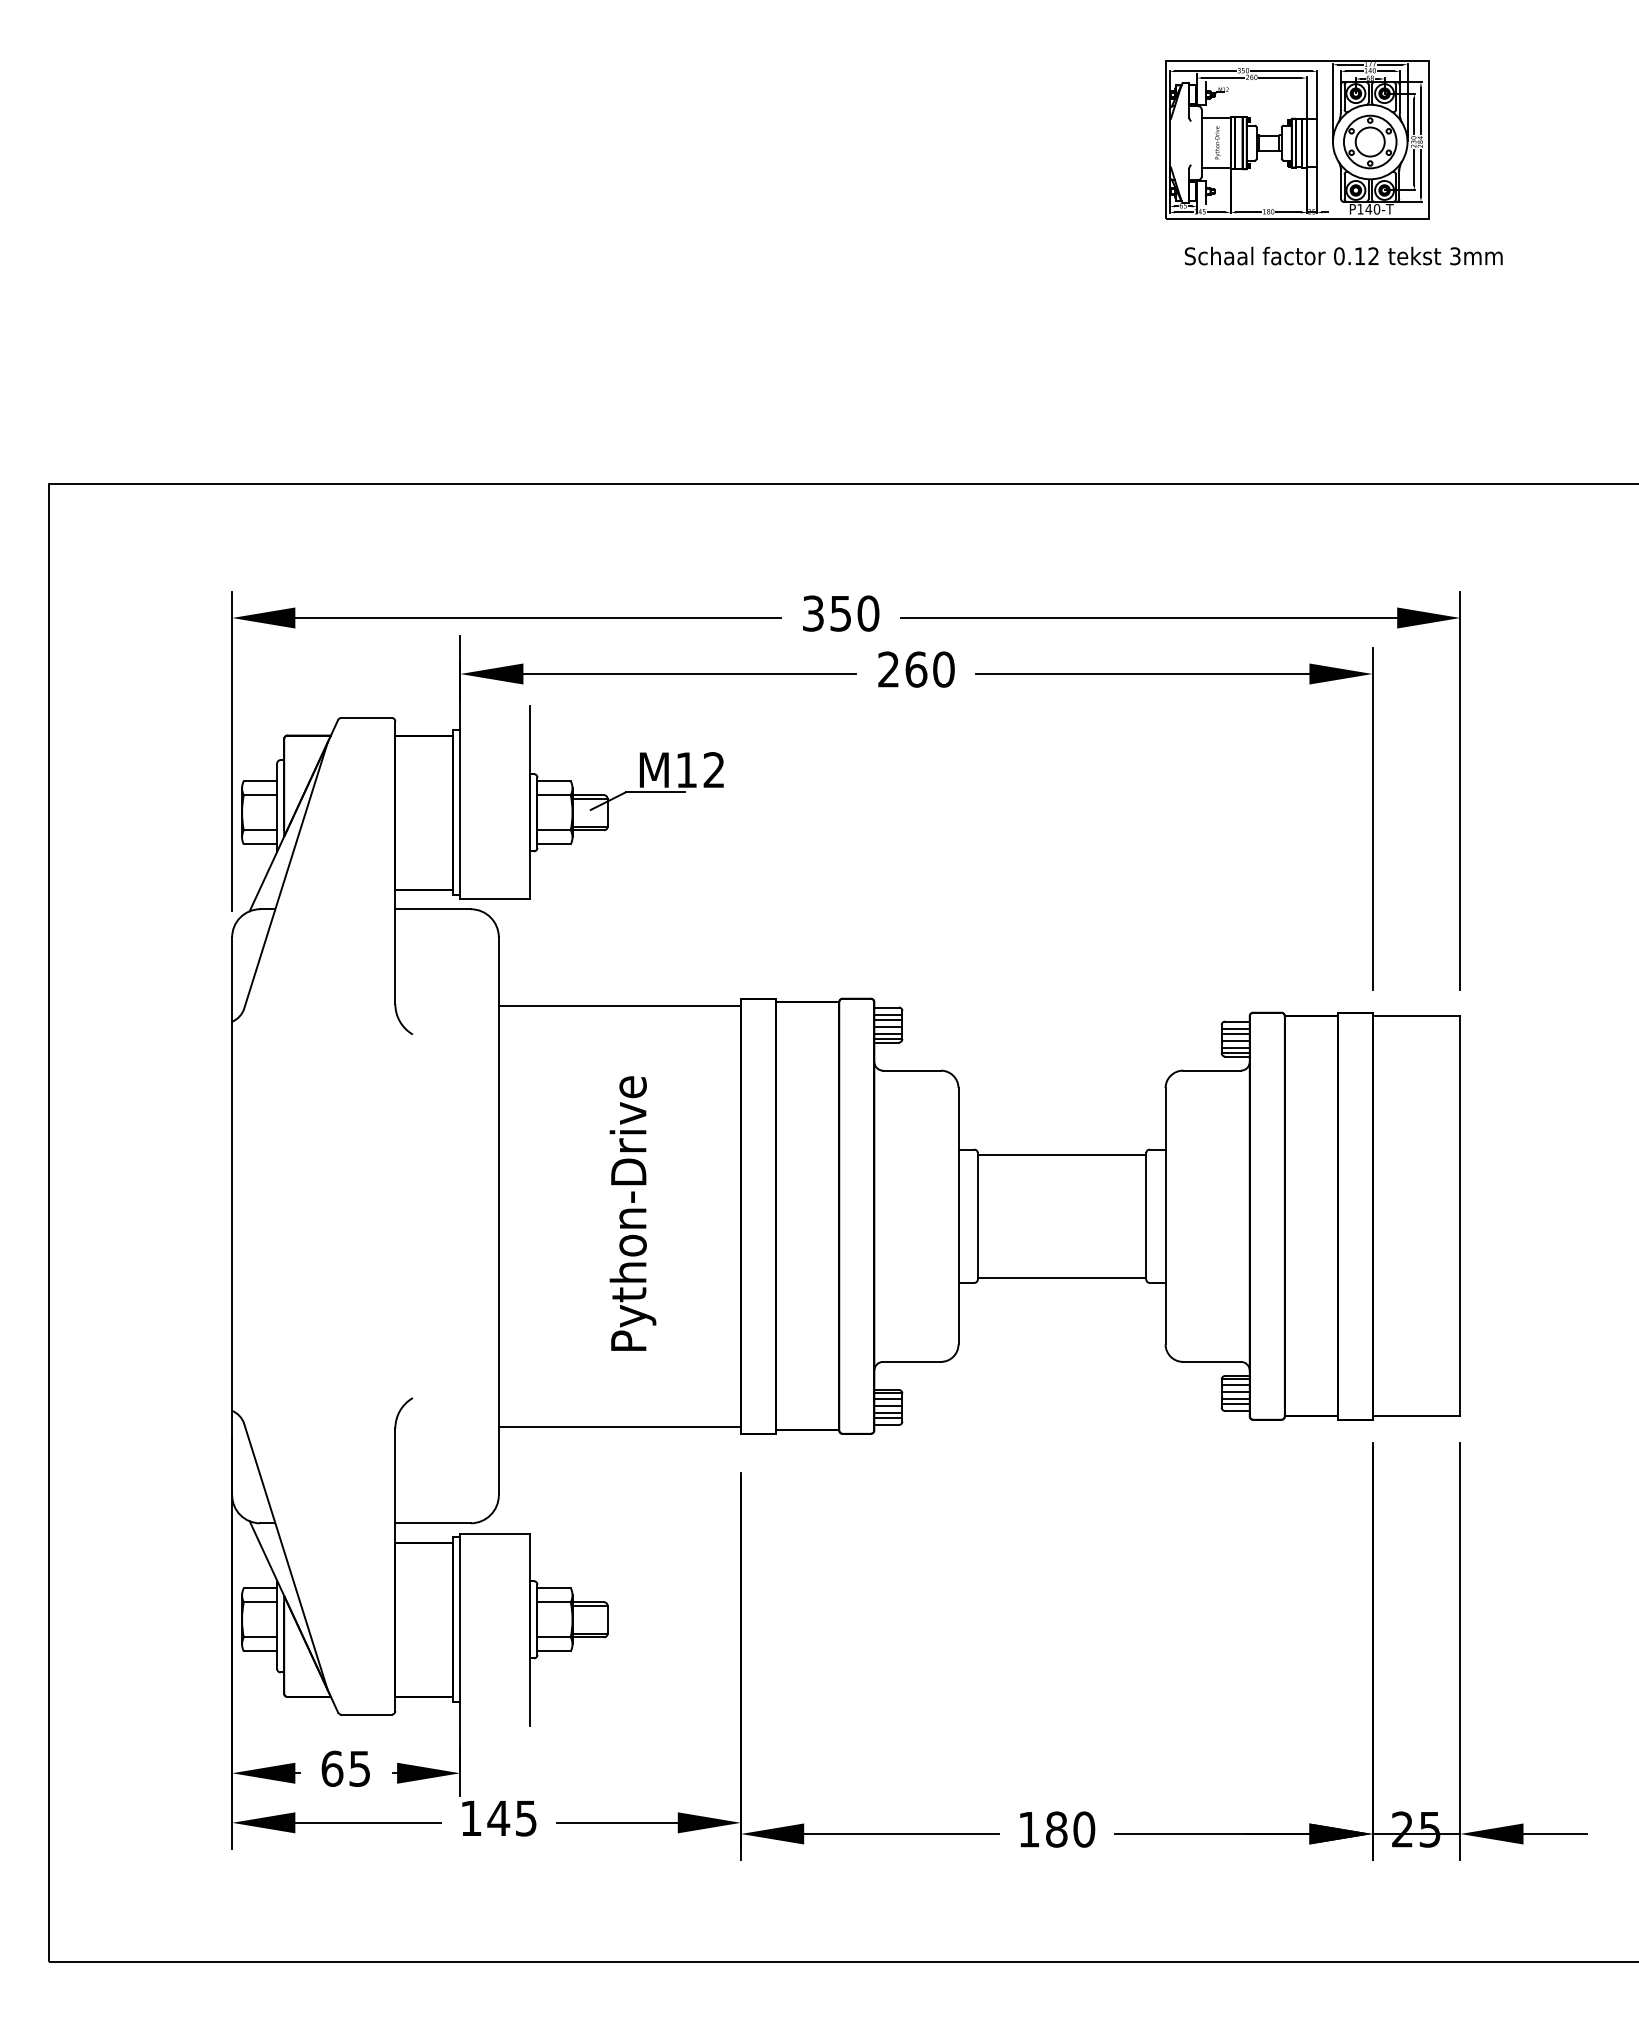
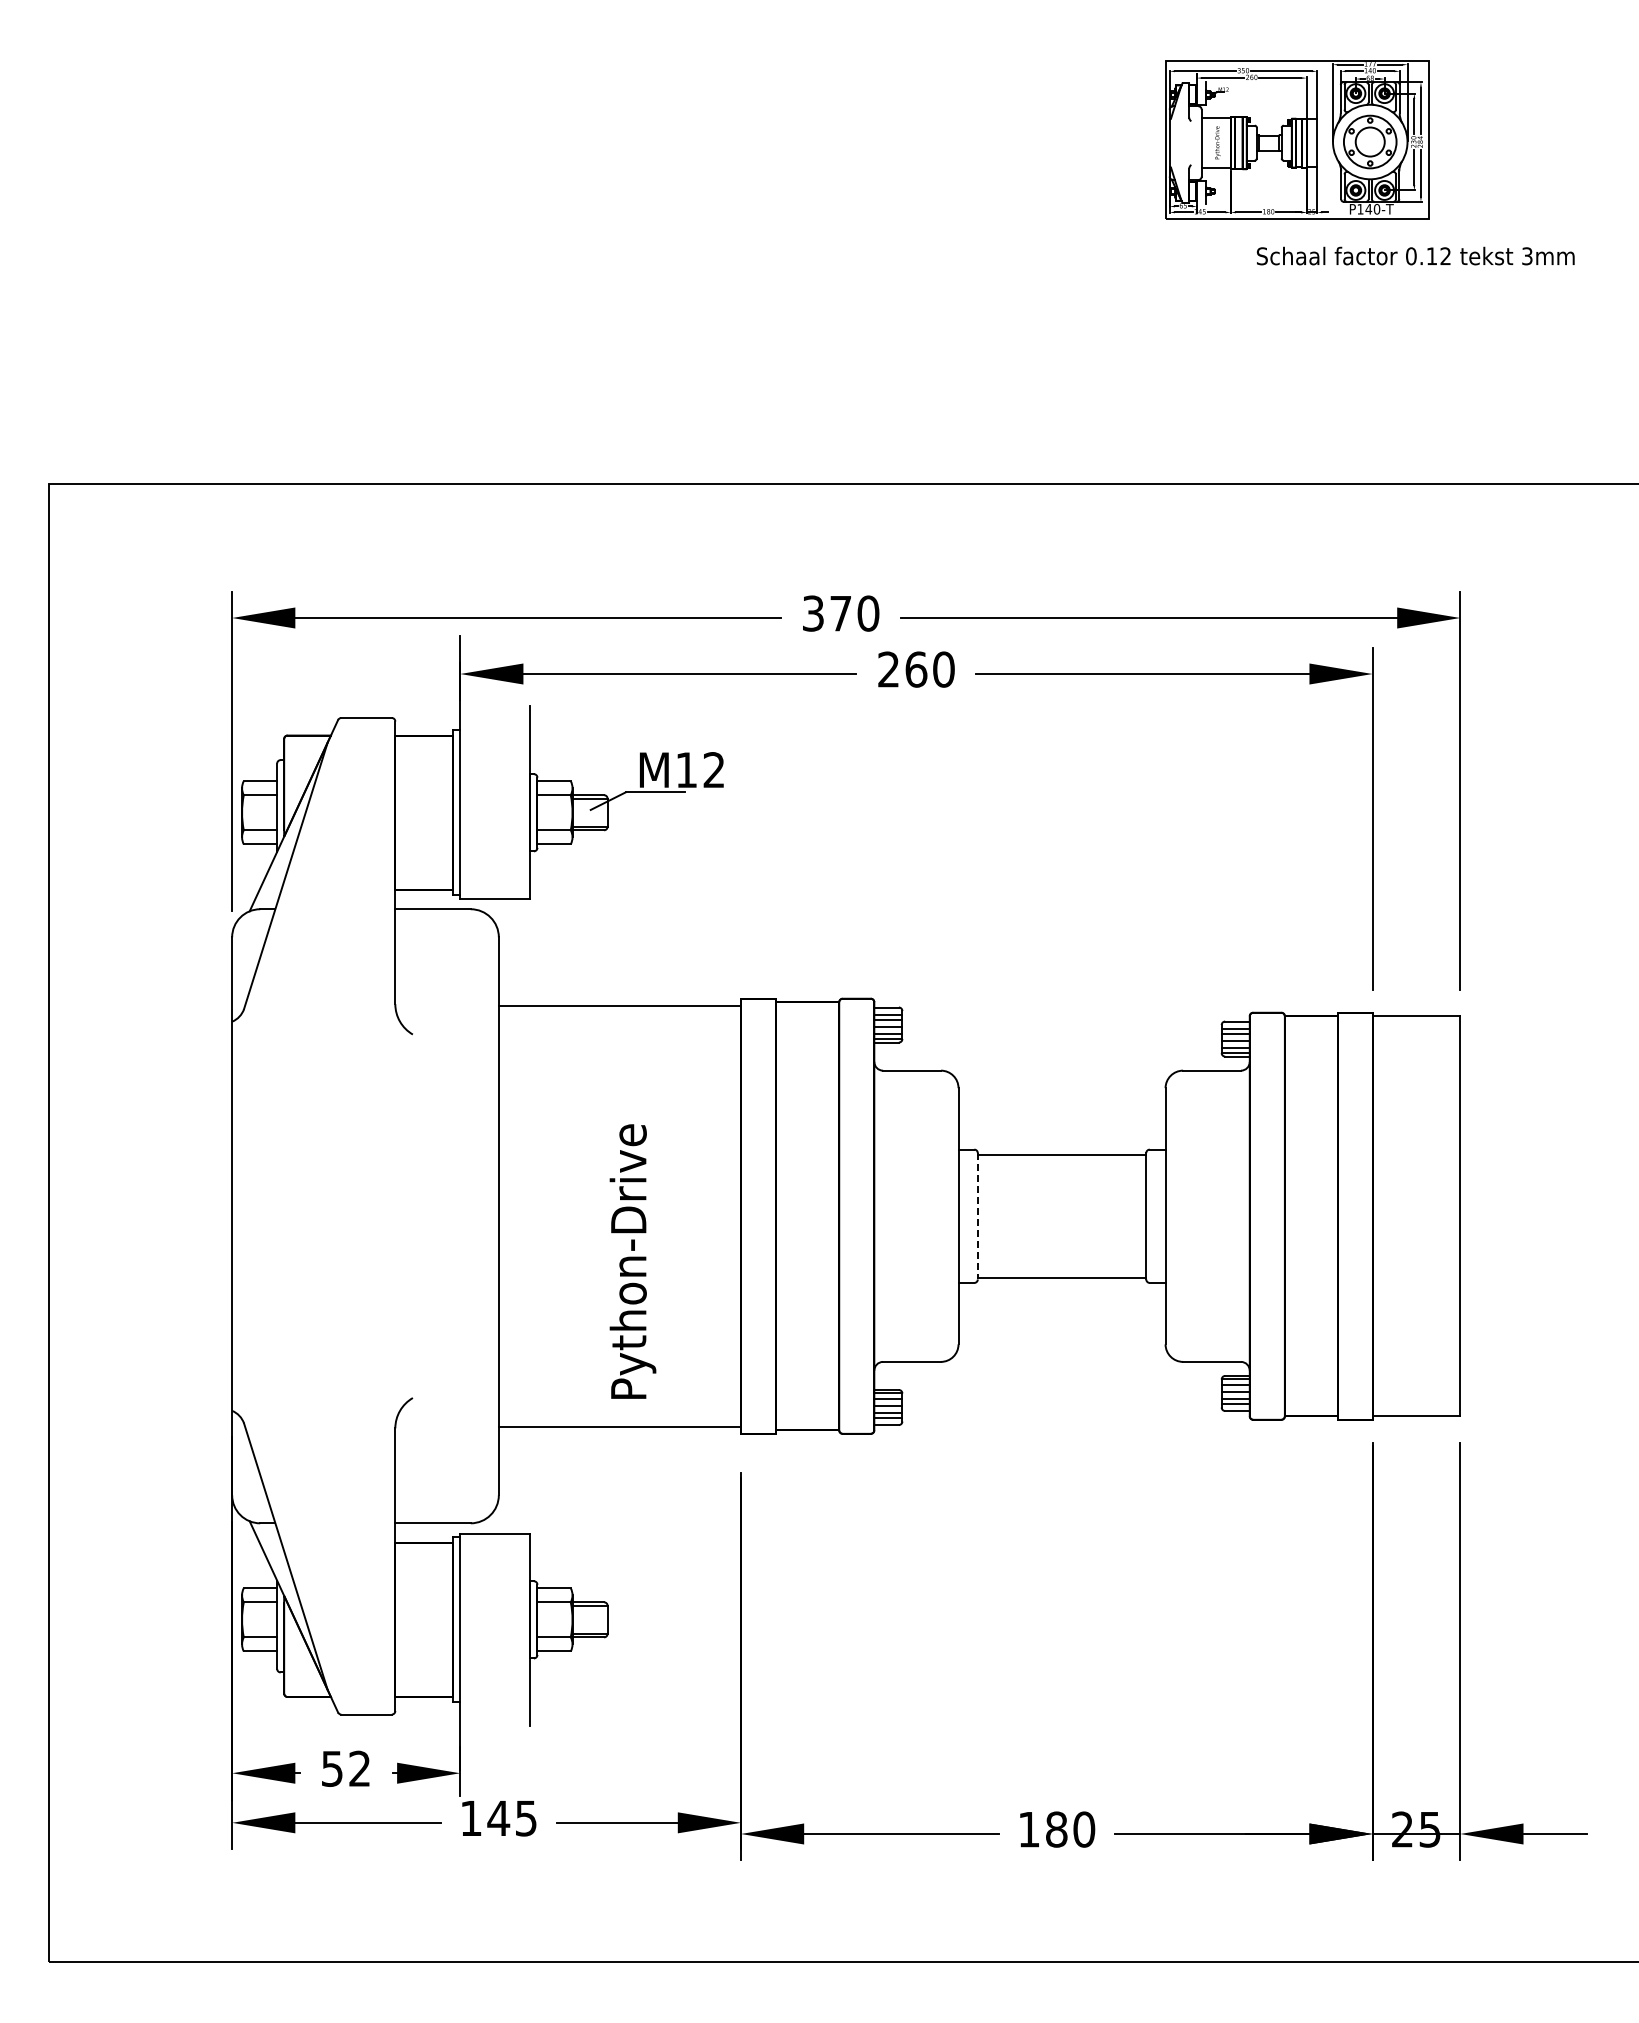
text at (1343, 255) position: (1343, 255) -> (1415, 255)
text at (840, 613): 350 -> 370
text at (632, 1213) position: (632, 1213) -> (632, 1261)
line at (977, 1216): solid -> dashed
text at (345, 1768): 65 -> 52
